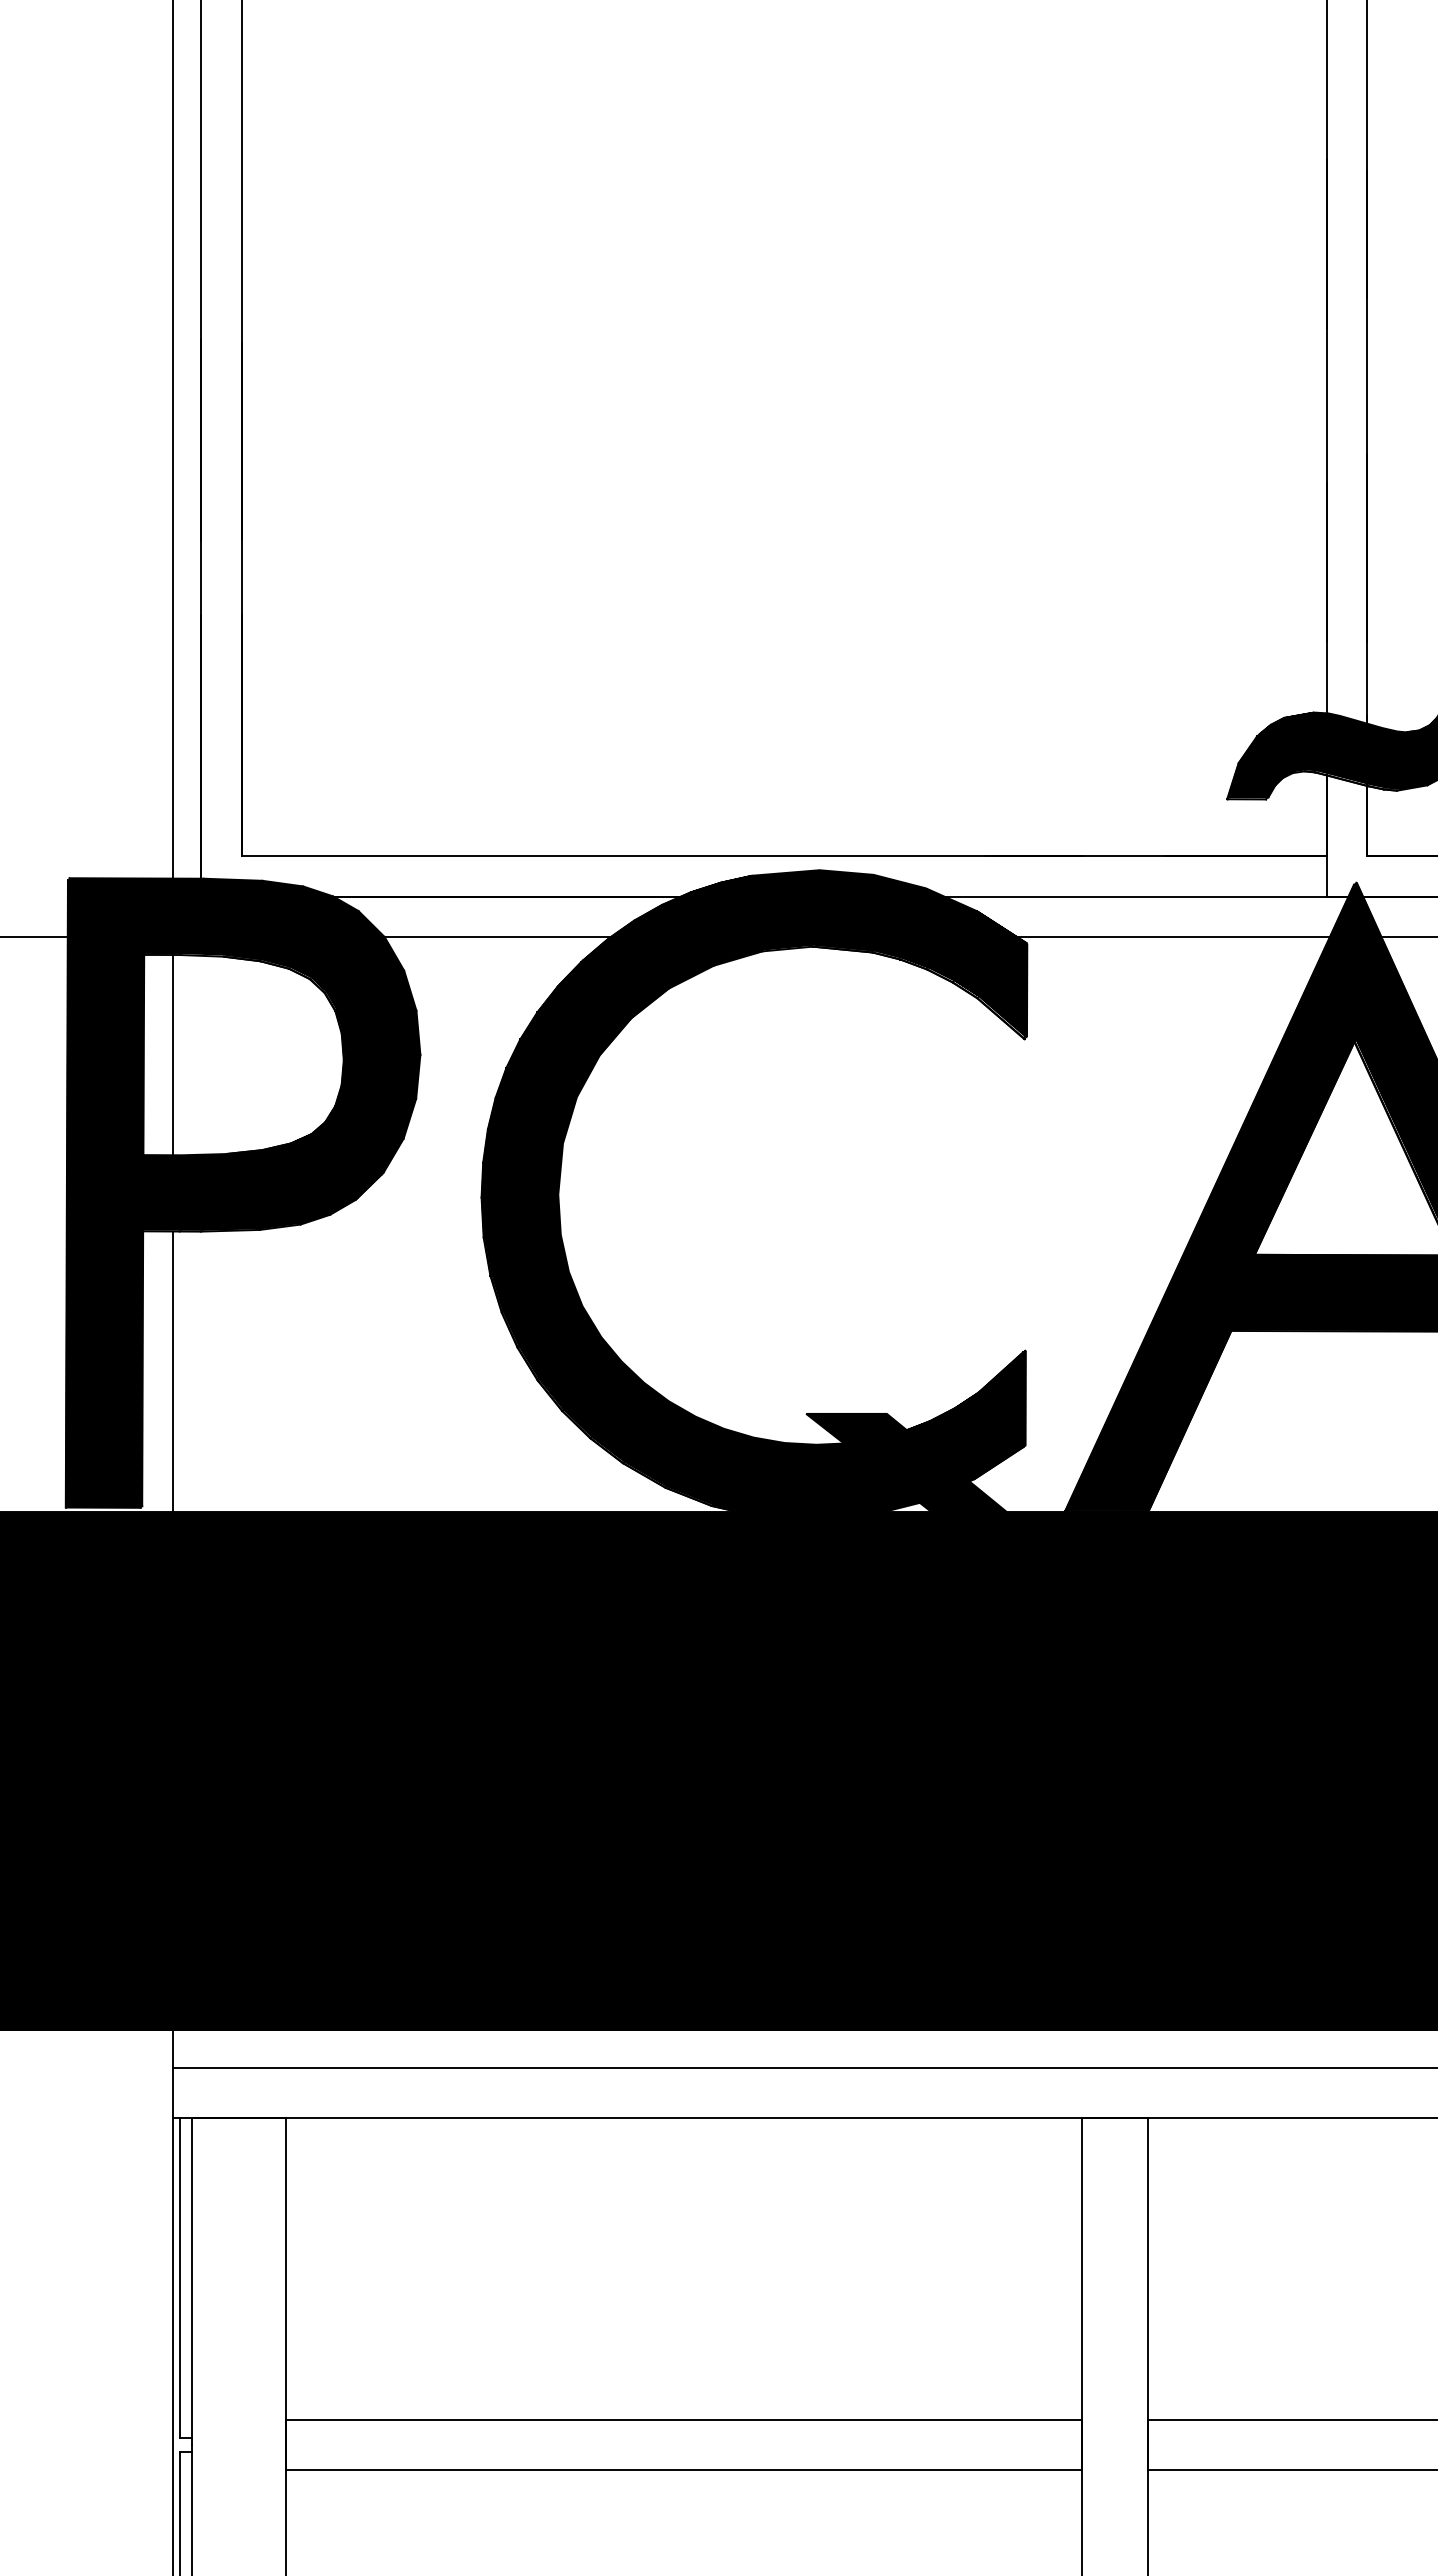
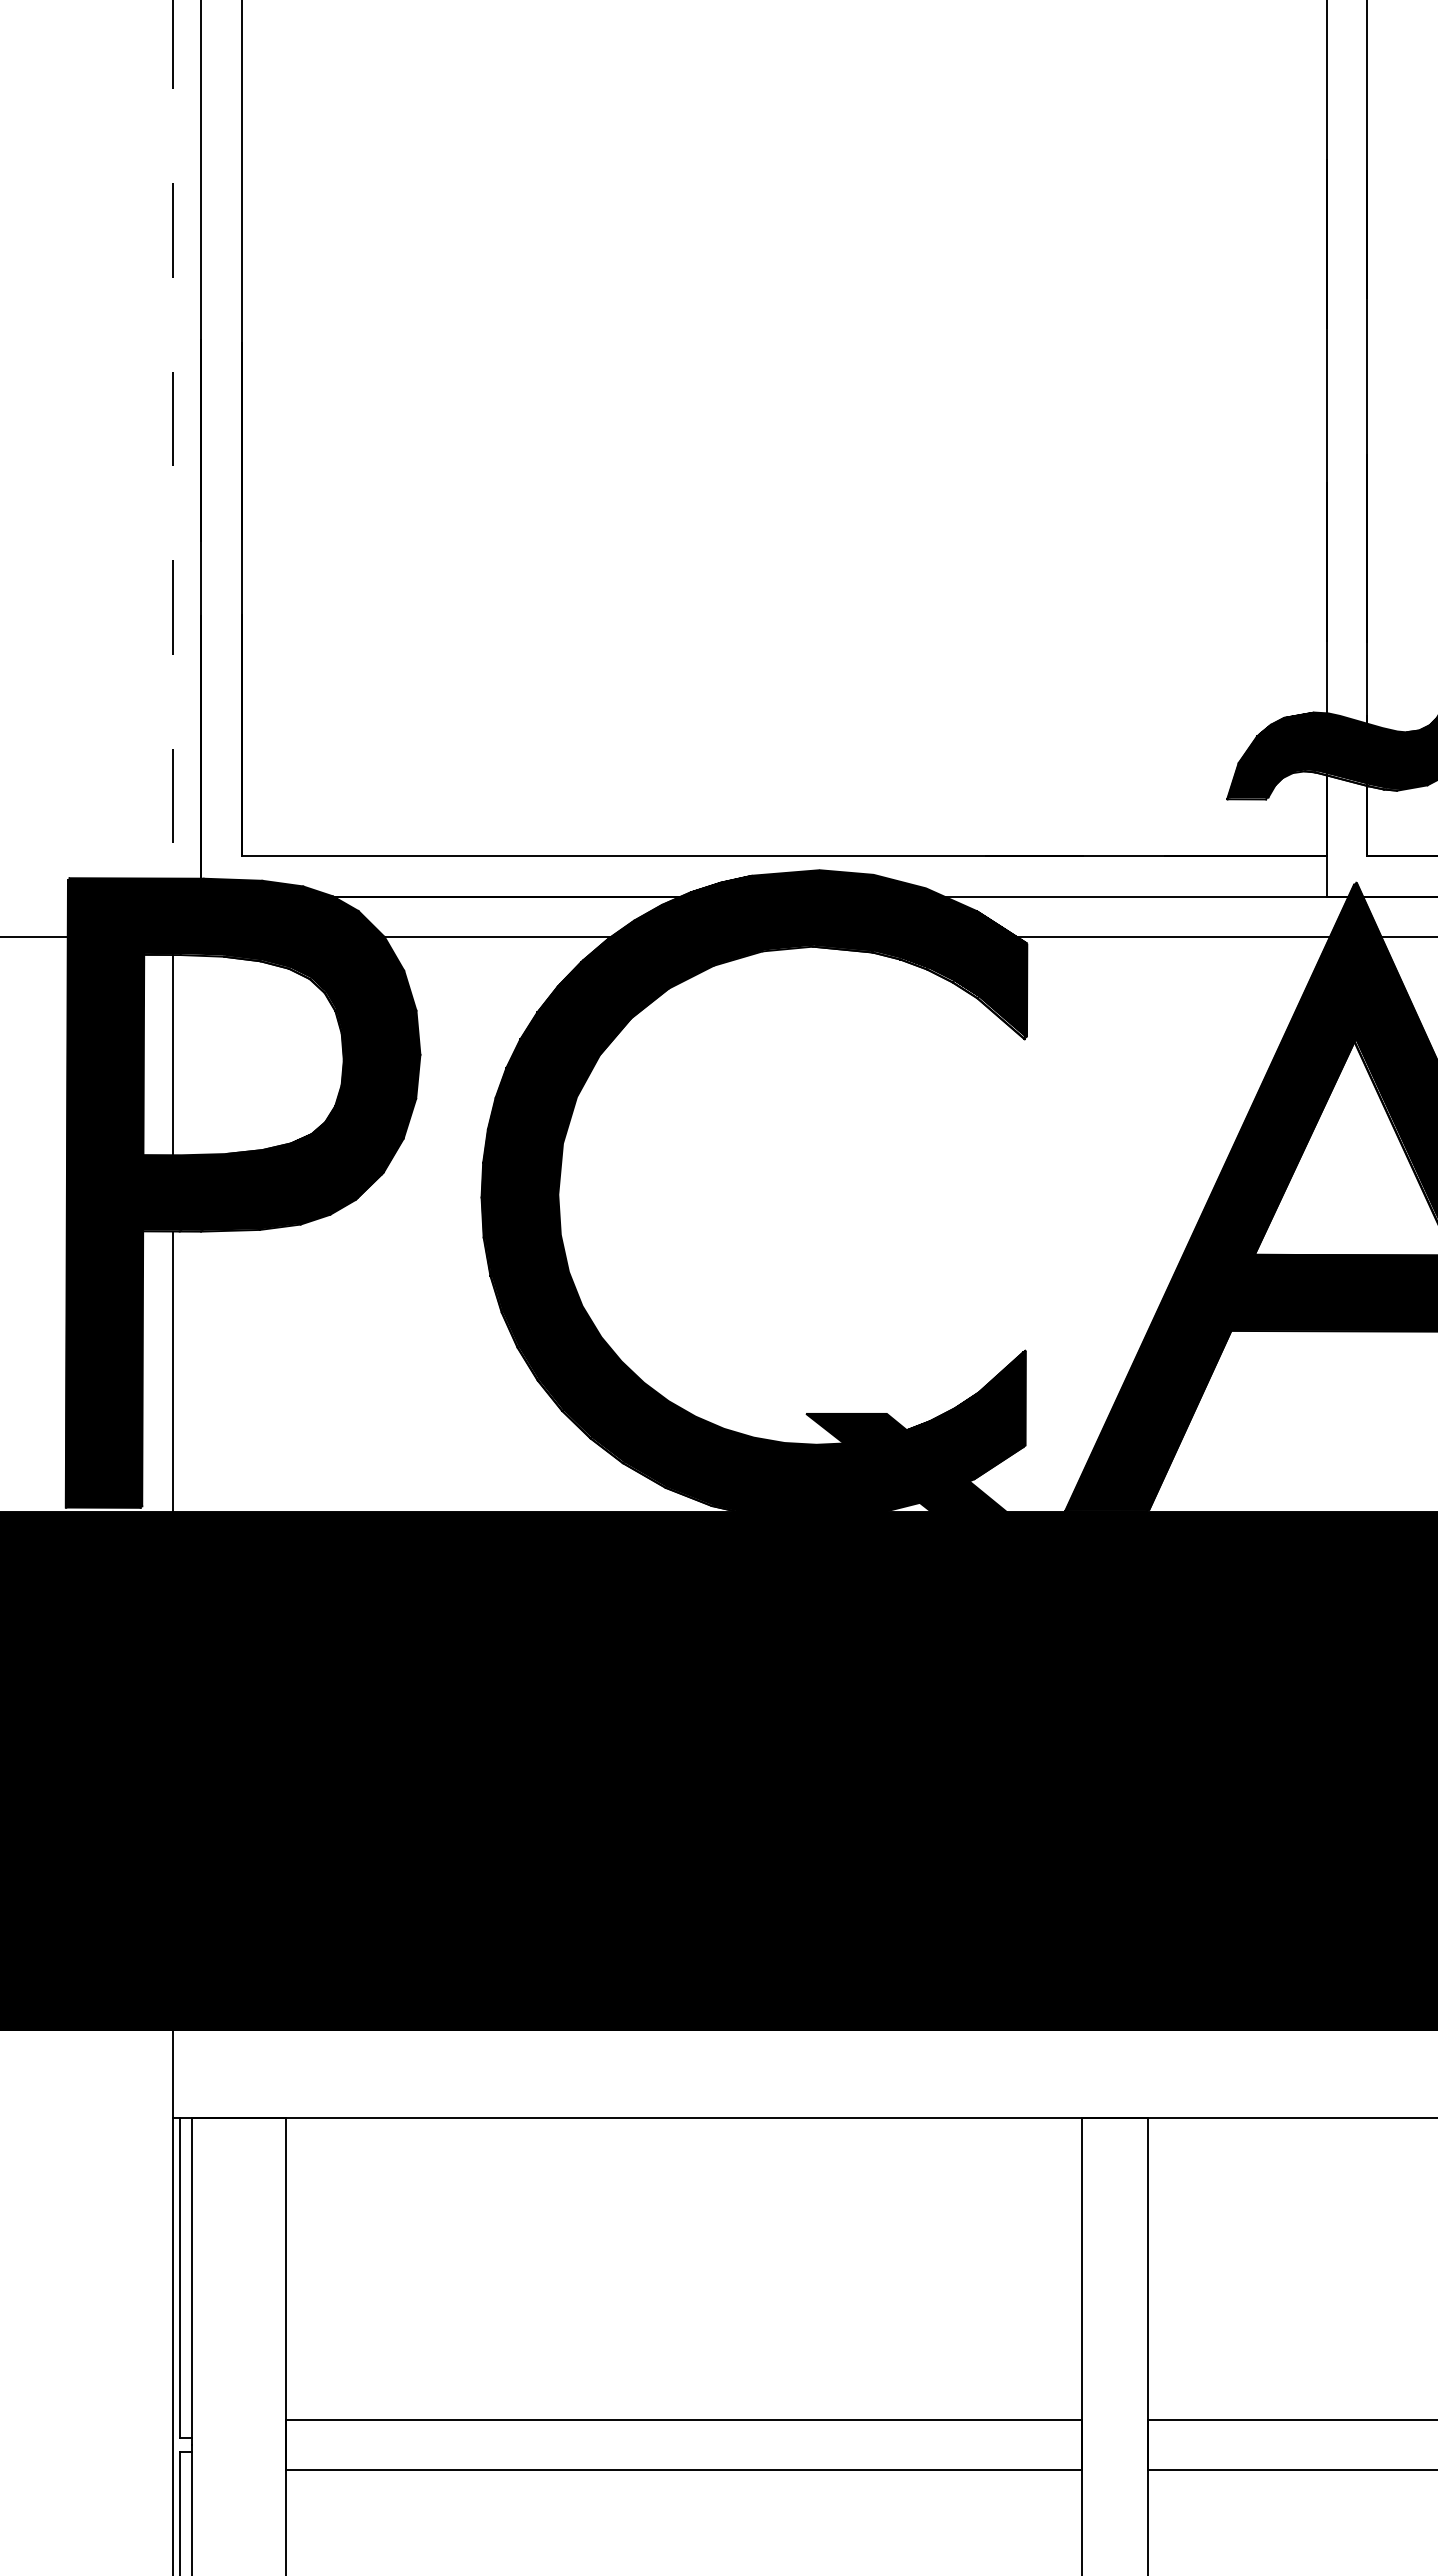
line at (172, 469): solid -> dashed
line at (803, 2068): present -> none
